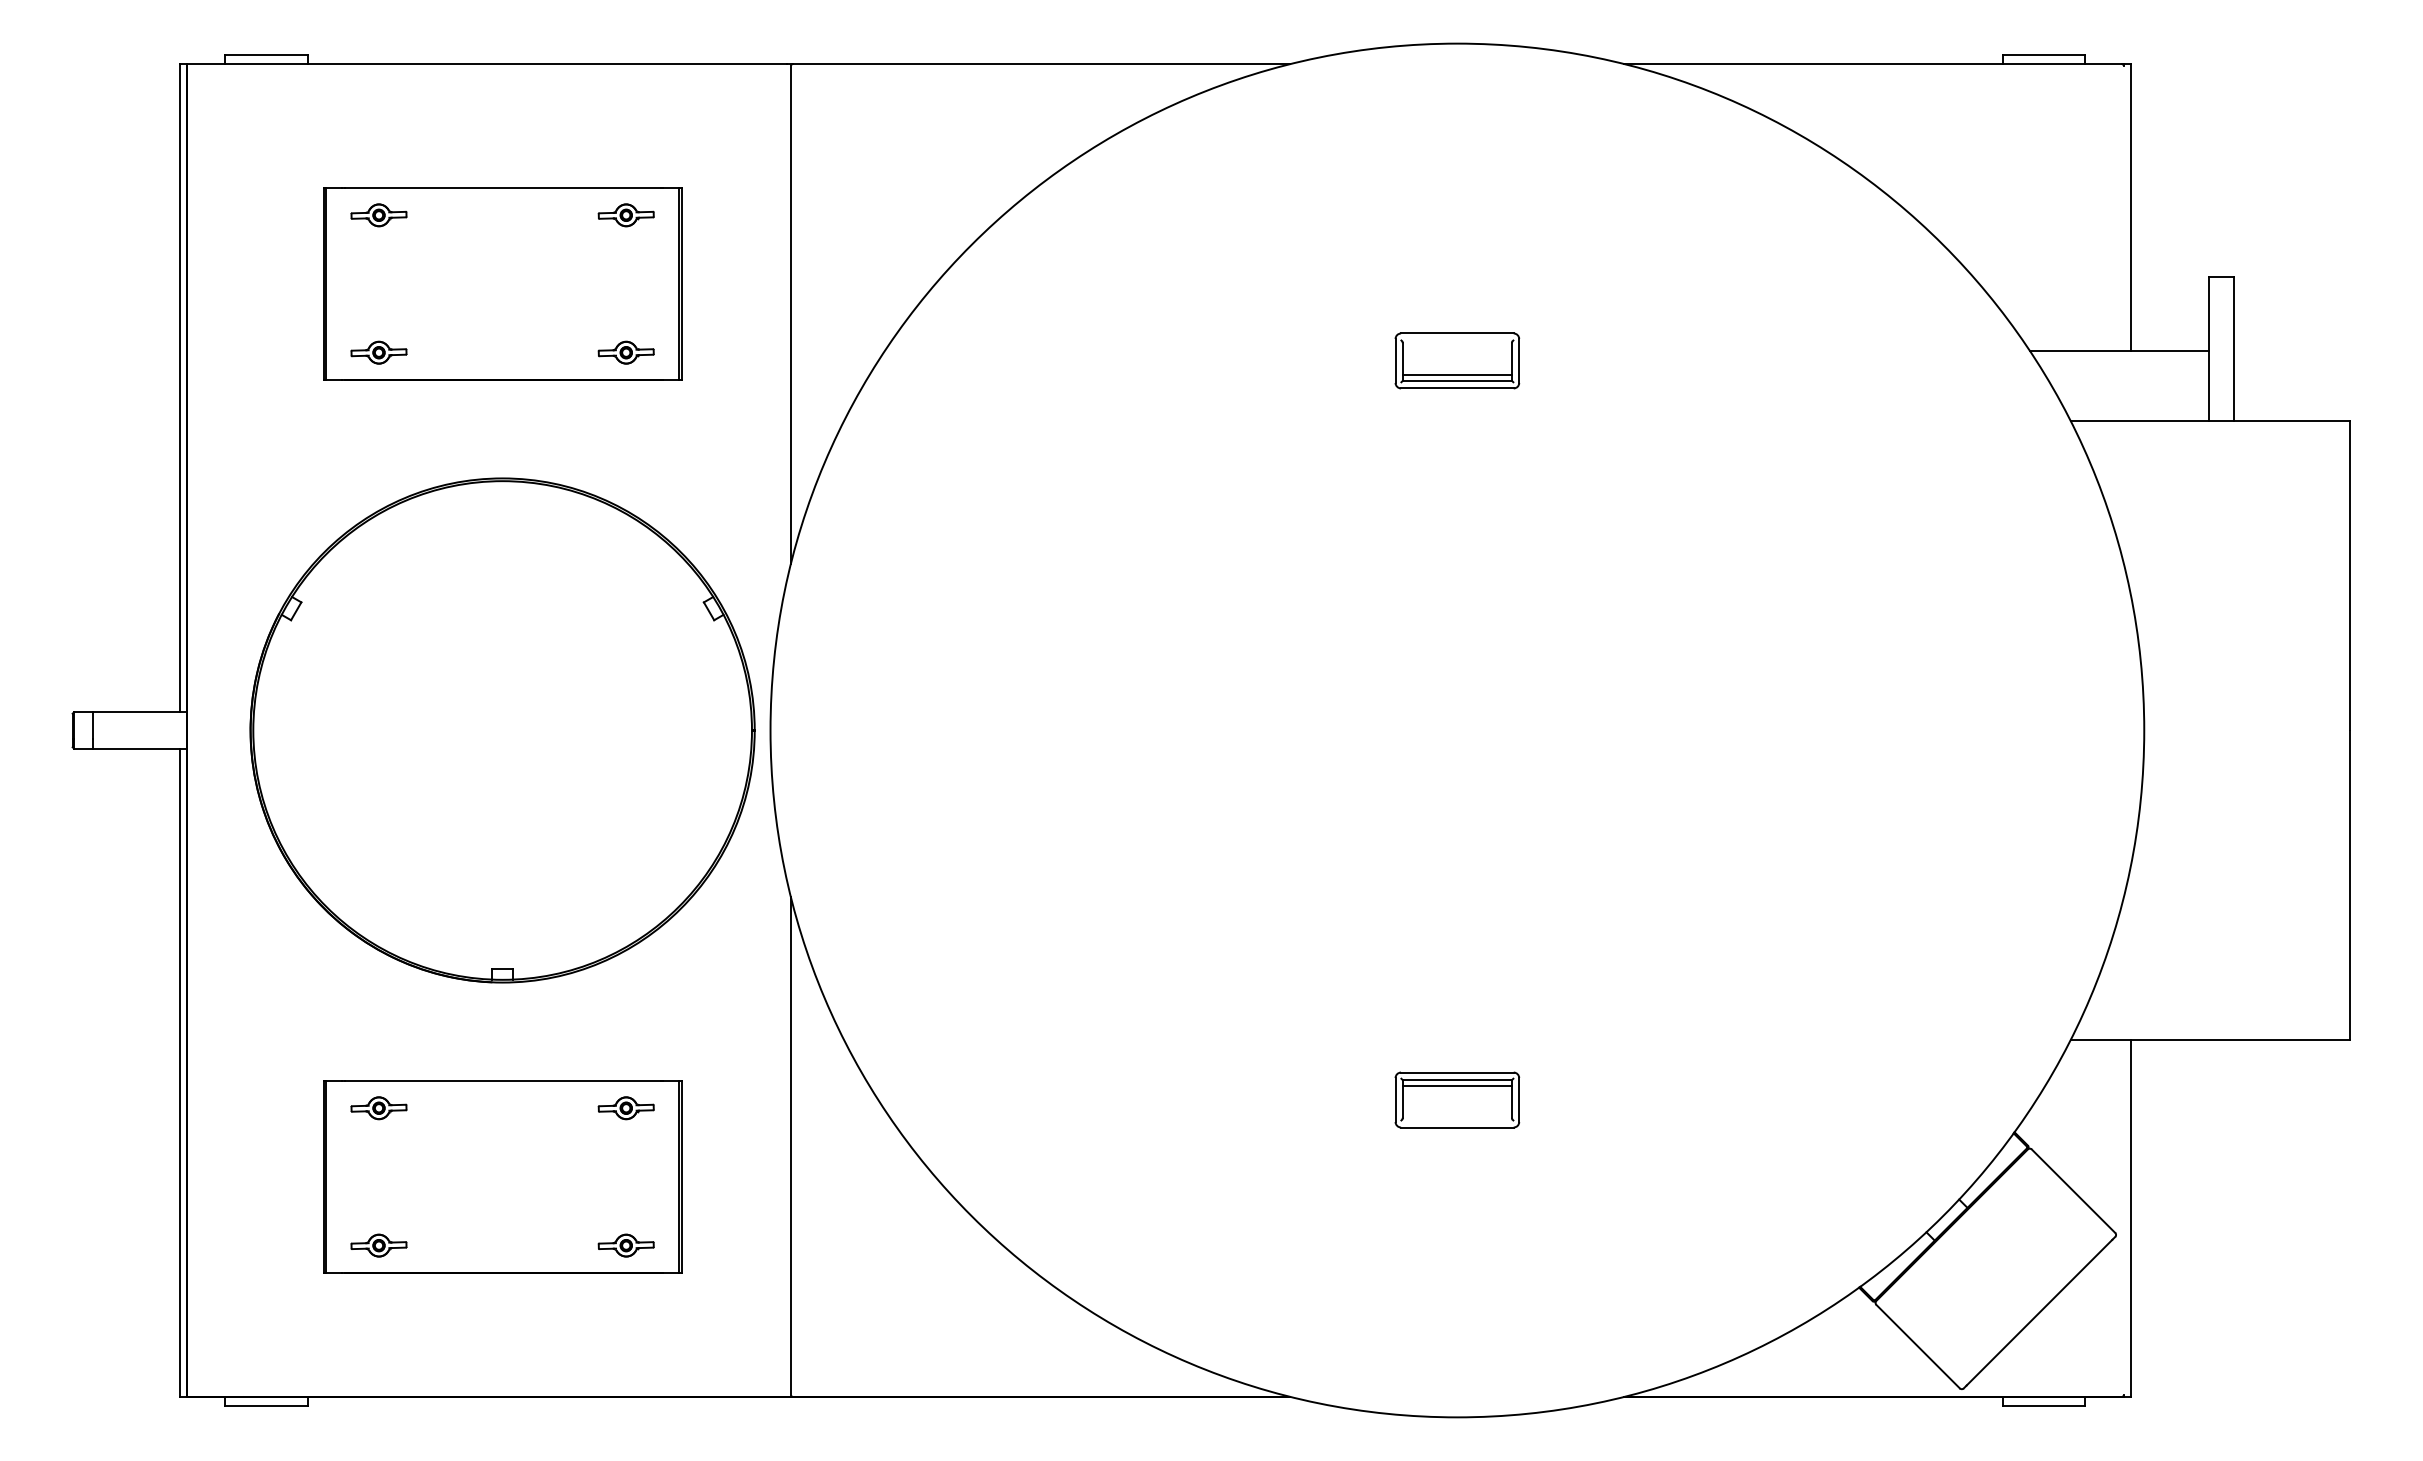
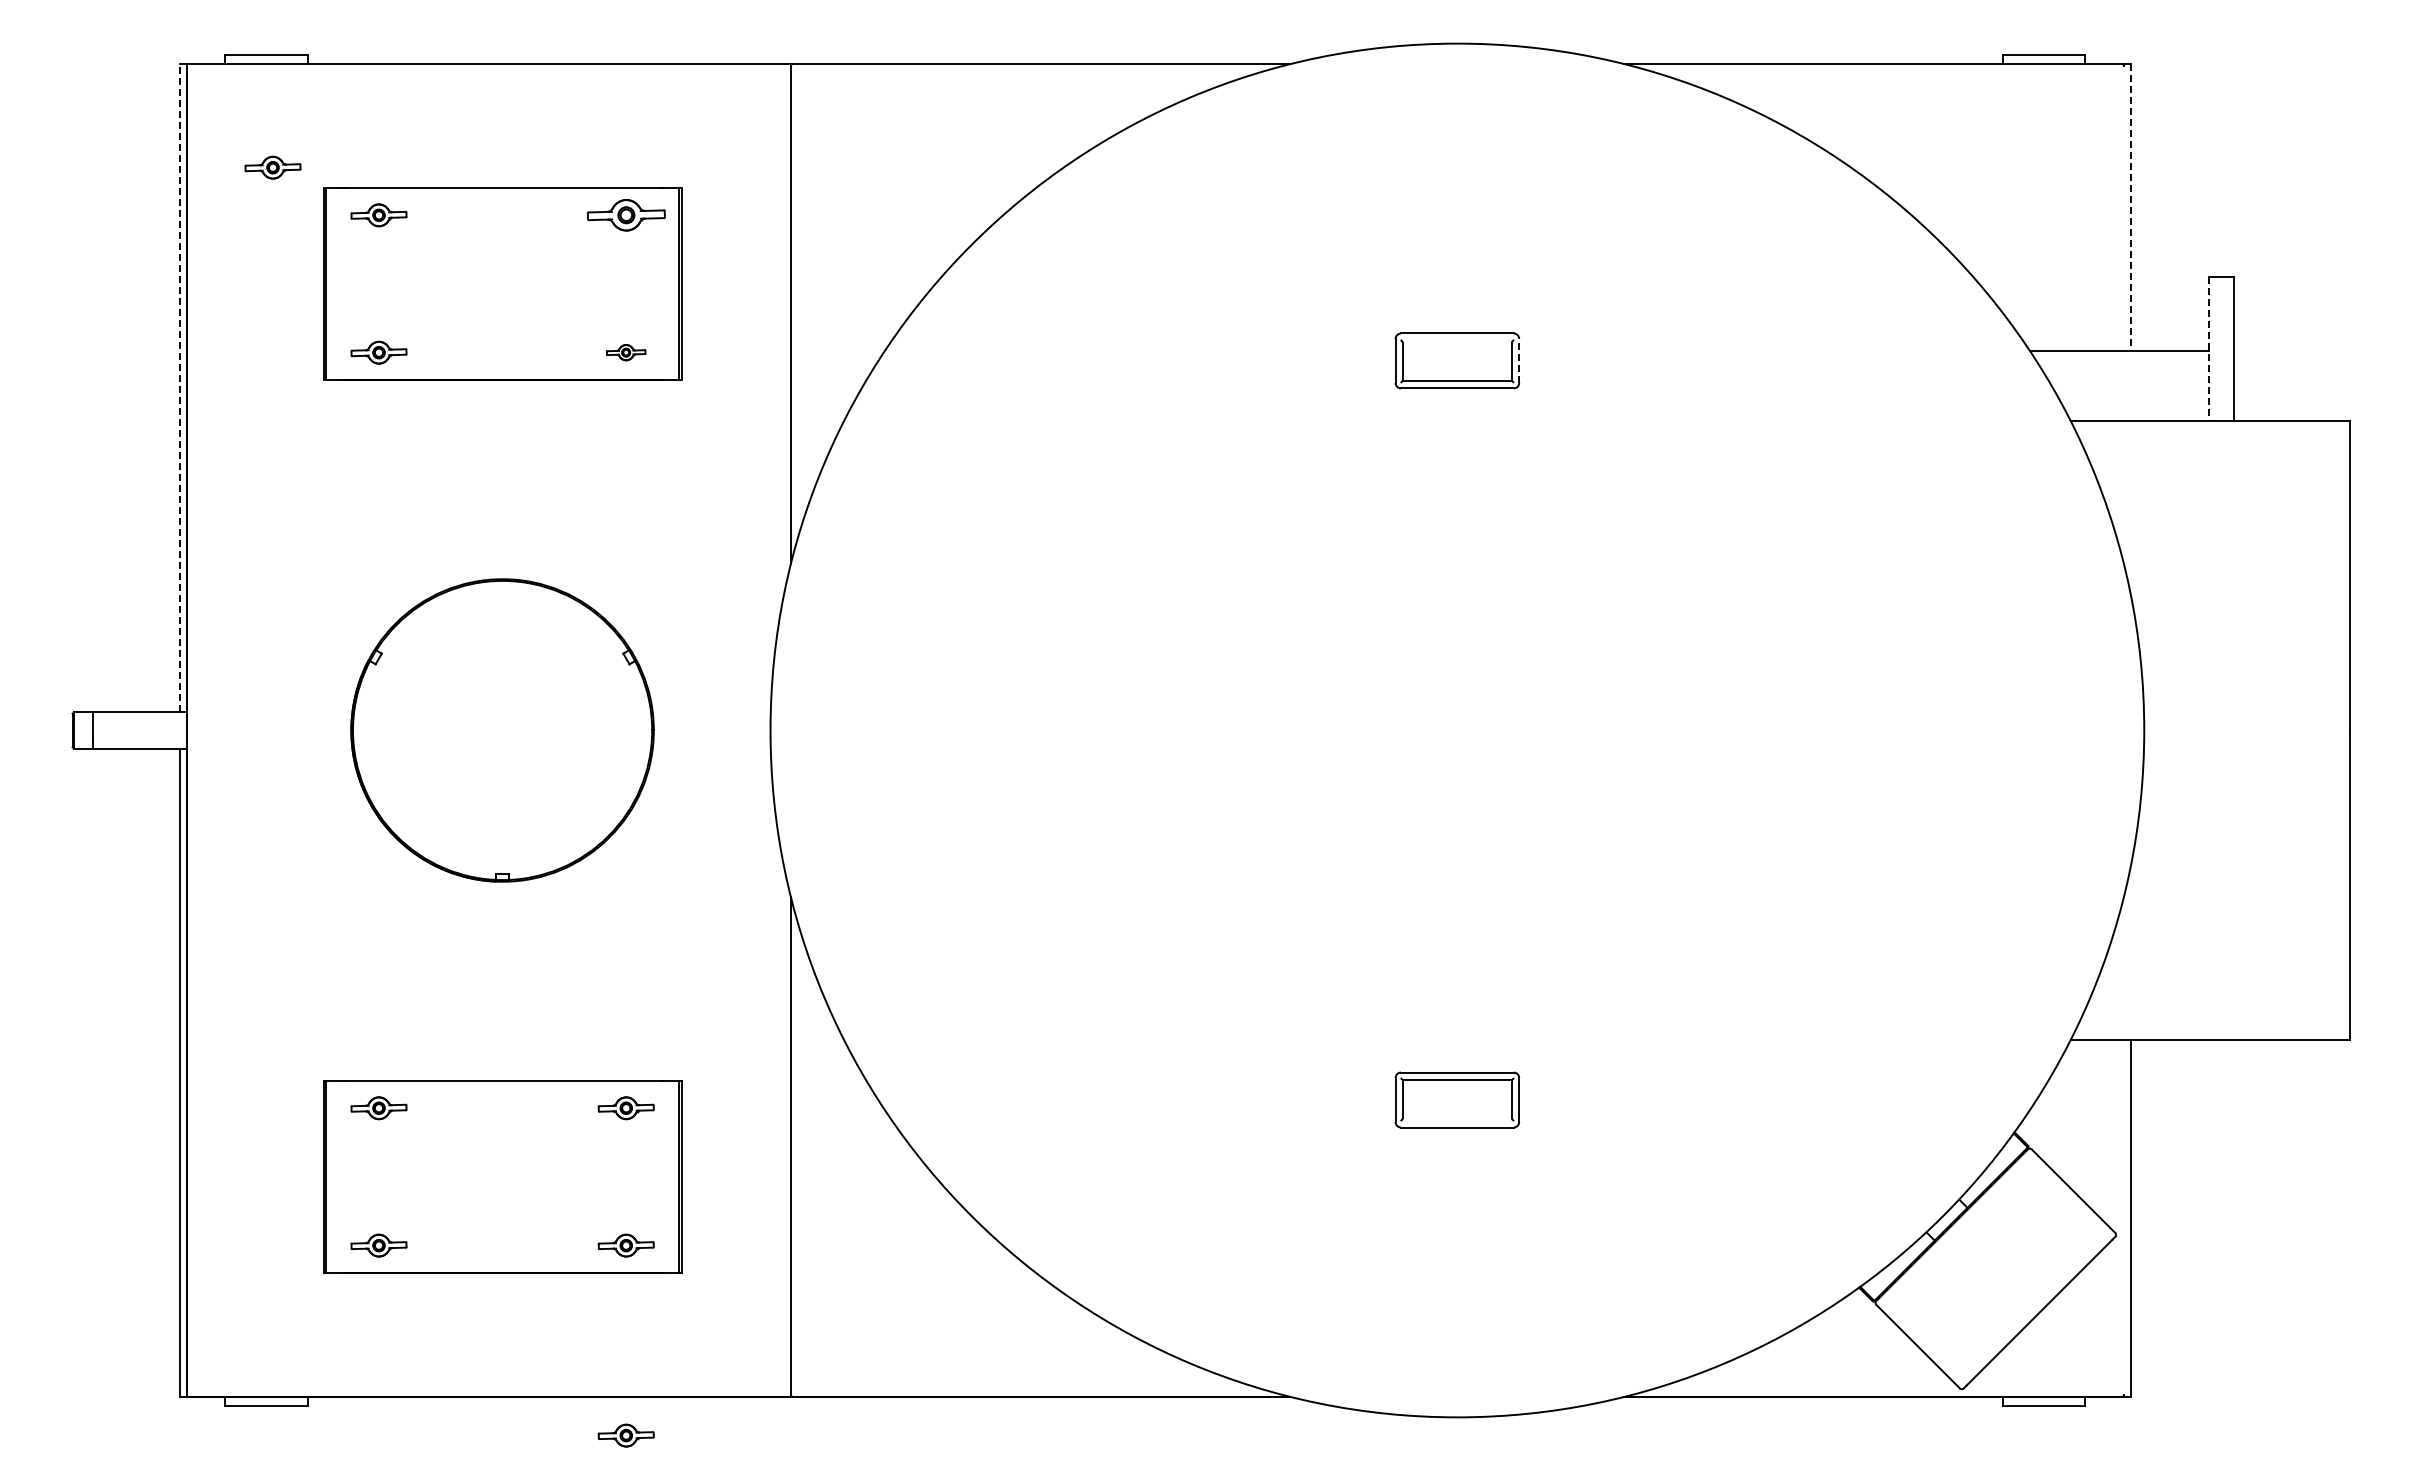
part at (272, 167): none -> present
line at (2130, 207): solid -> dashed
part at (625, 215) size: 58x25 px -> 79x33 px
line at (2208, 349): solid -> dashed
part at (625, 352) size: 58x25 px -> 41x18 px
line at (1519, 360): solid -> dashed
line at (1456, 375): present -> none
line at (179, 388): solid -> dashed
part at (502, 730) size: 507x507 px -> 305x305 px
line at (1456, 1085): present -> none
part at (625, 1435): none -> present
